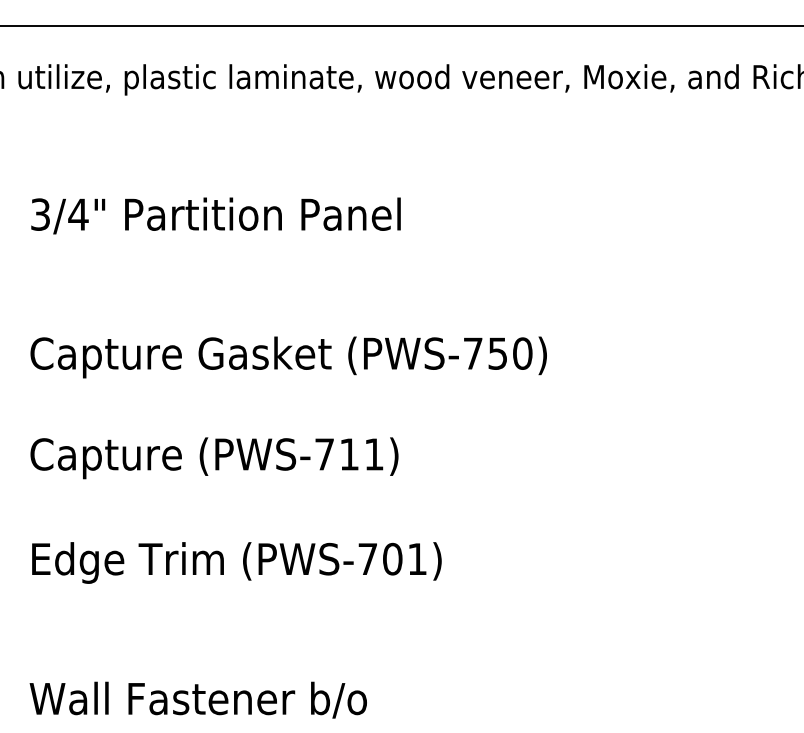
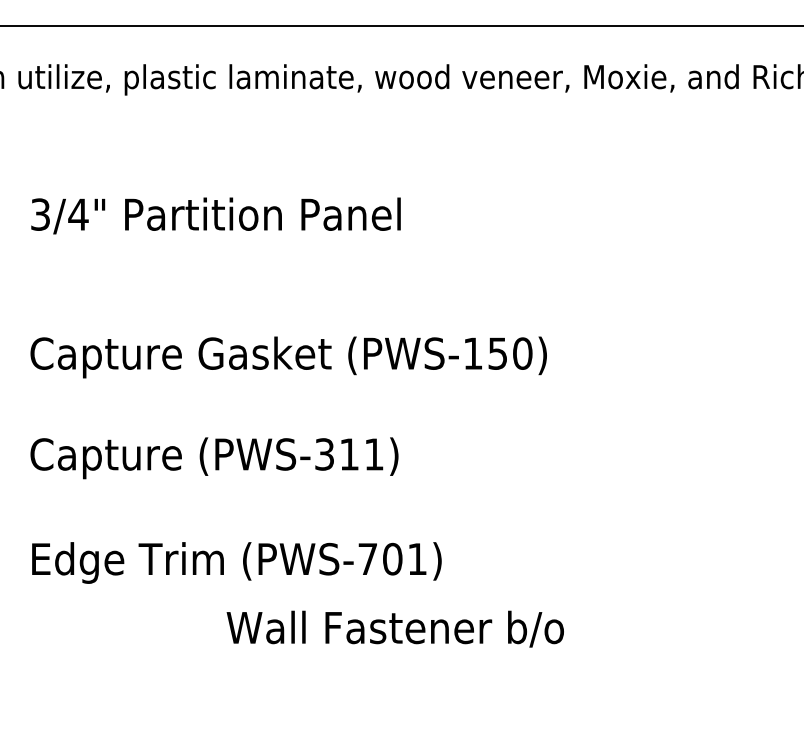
text at (473, 353): (PWS-750) -> (PWS-150)
text at (324, 454): (PWS-711) -> (PWS-311)
text at (197, 699) position: (197, 699) -> (394, 628)
